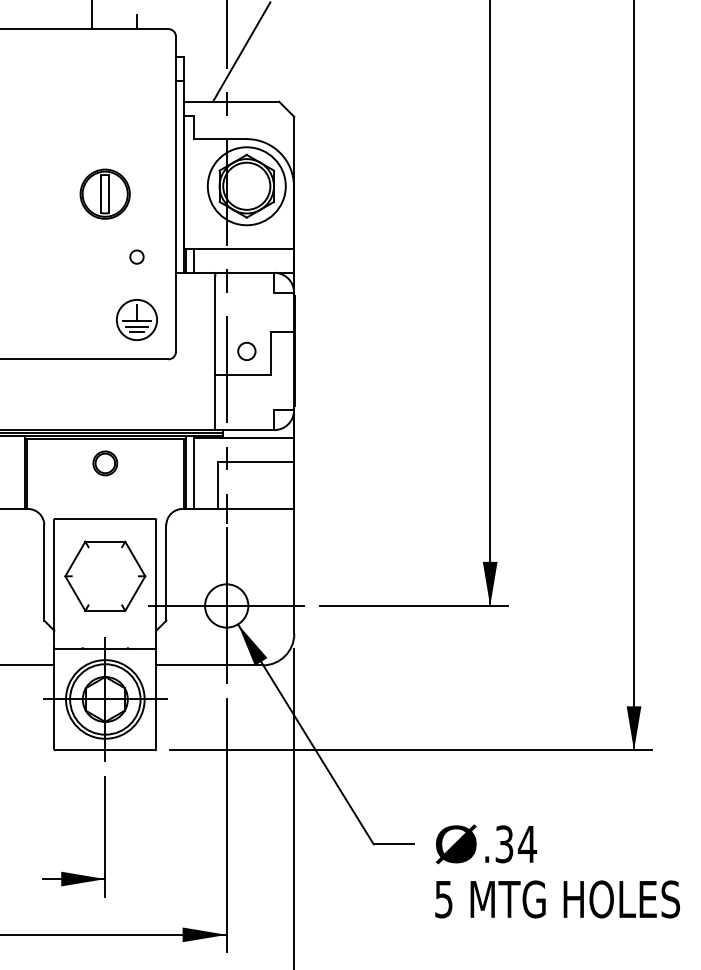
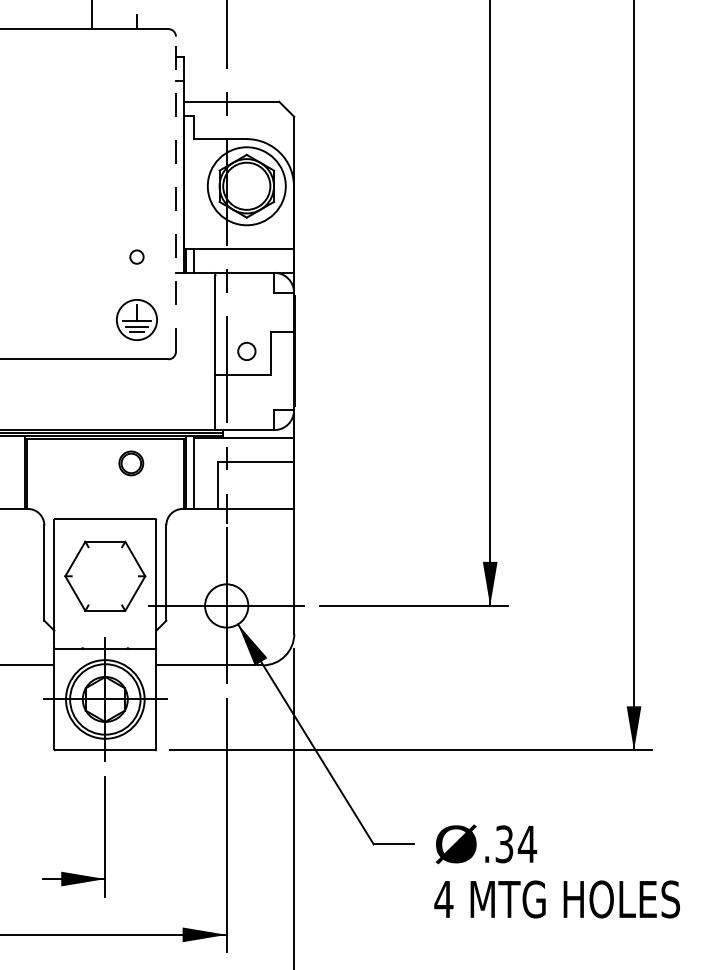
line at (241, 51): present -> none
part at (104, 193): present -> none
line at (175, 194): solid -> dashed
part at (105, 463) position: (105, 463) -> (131, 463)
text at (443, 899): 5 -> 4
